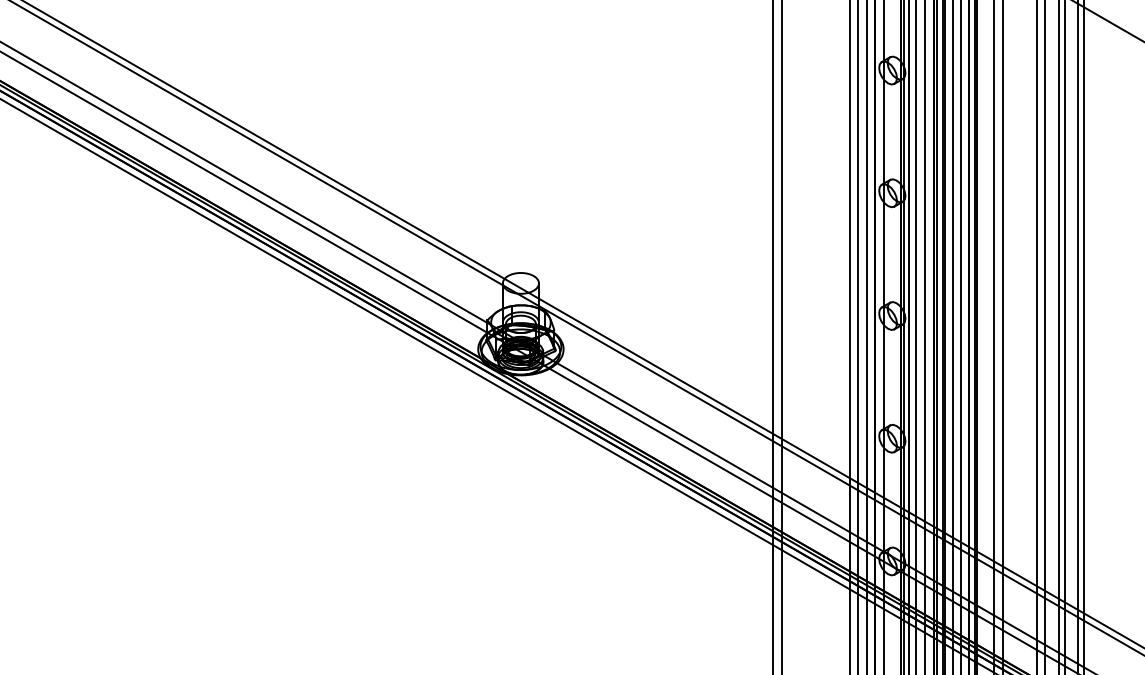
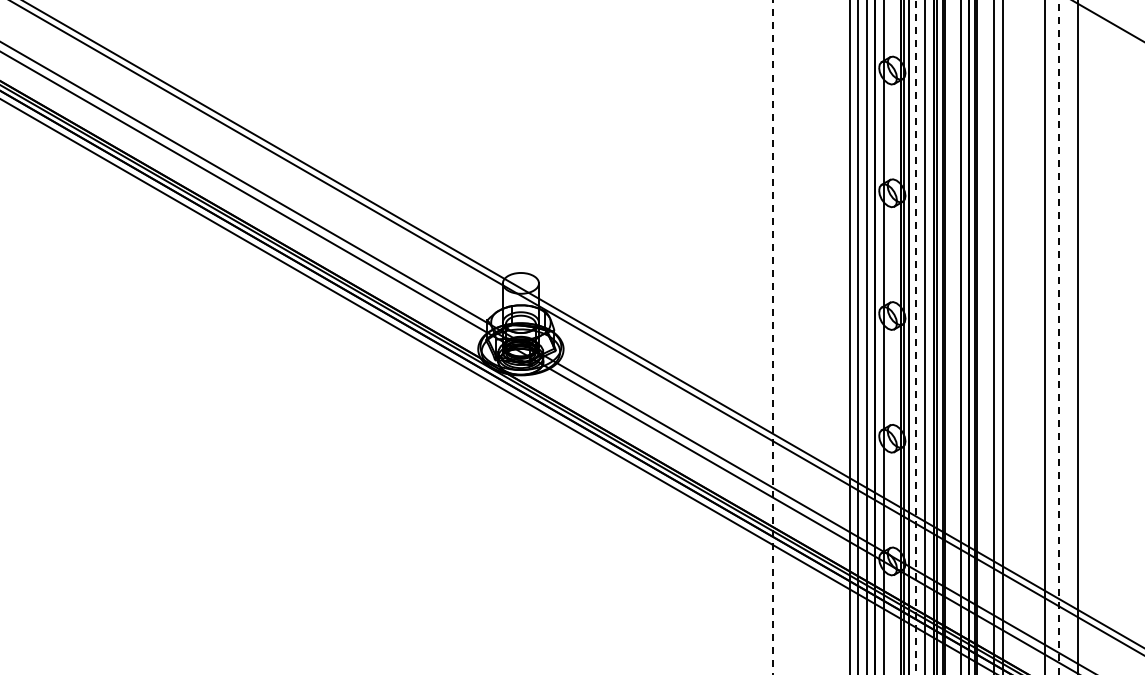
line at (781, 336): present -> none
line at (953, 336): present -> none
line at (1036, 336): present -> none
line at (1065, 336): present -> none
line at (1084, 336): present -> none
line at (773, 337): solid -> dashed
line at (916, 337): solid -> dashed
line at (1058, 337): solid -> dashed
